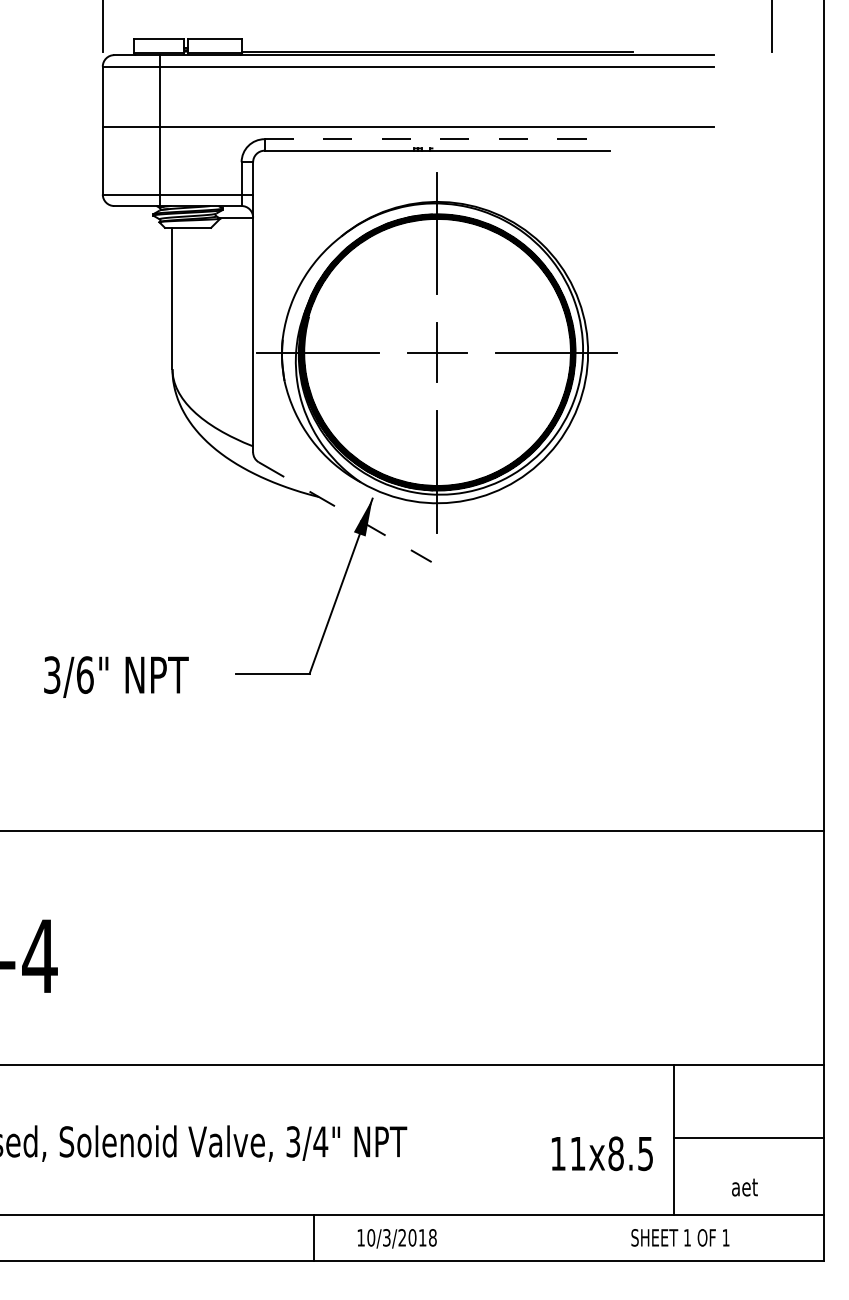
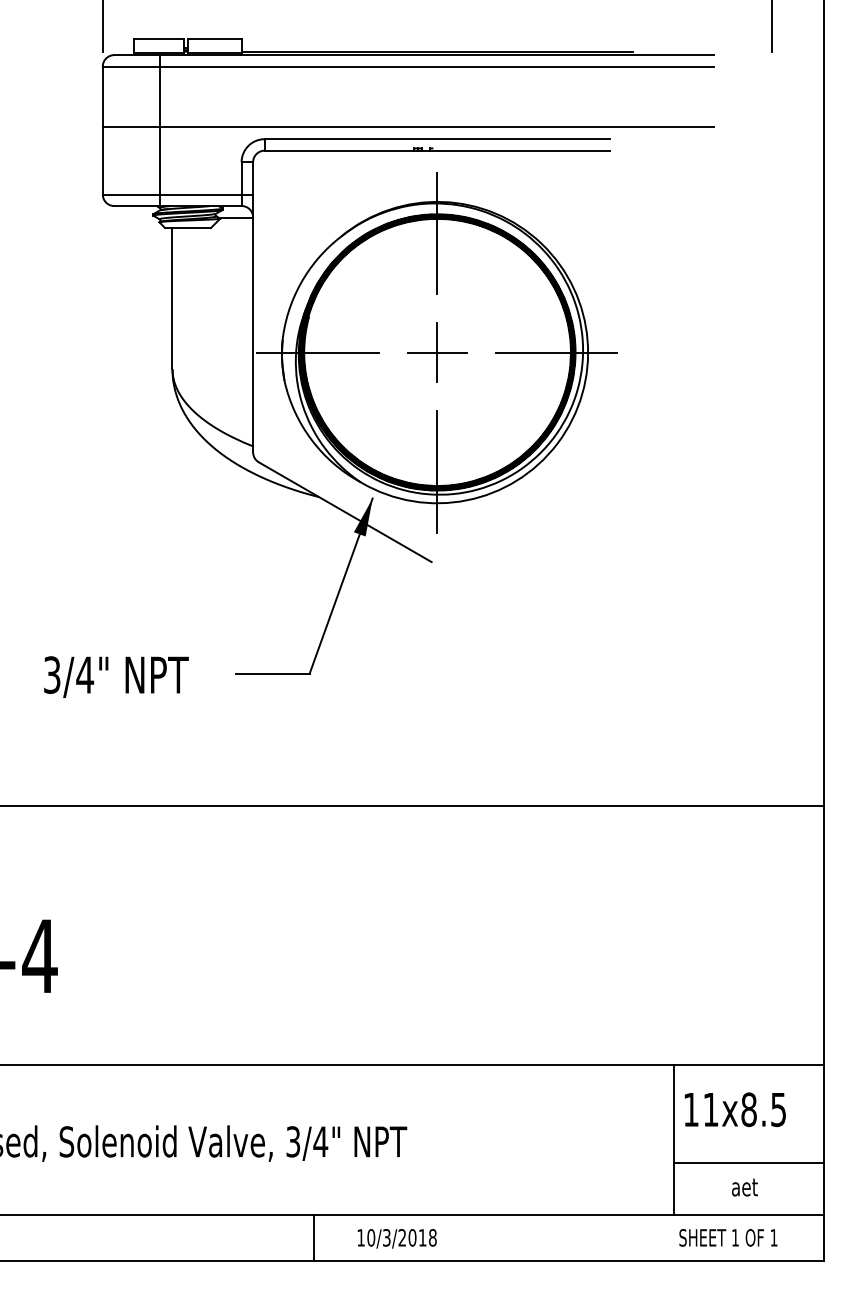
line at (437, 139): dashed -> solid
line at (345, 512): dashed -> solid
text at (85, 674): 3/6" -> 3/4"
line at (412, 831) position: (412, 831) -> (412, 806)
line at (748, 1138) position: (748, 1138) -> (748, 1163)
text at (602, 1153) position: (602, 1153) -> (735, 1109)
text at (680, 1237) position: (680, 1237) -> (728, 1237)
